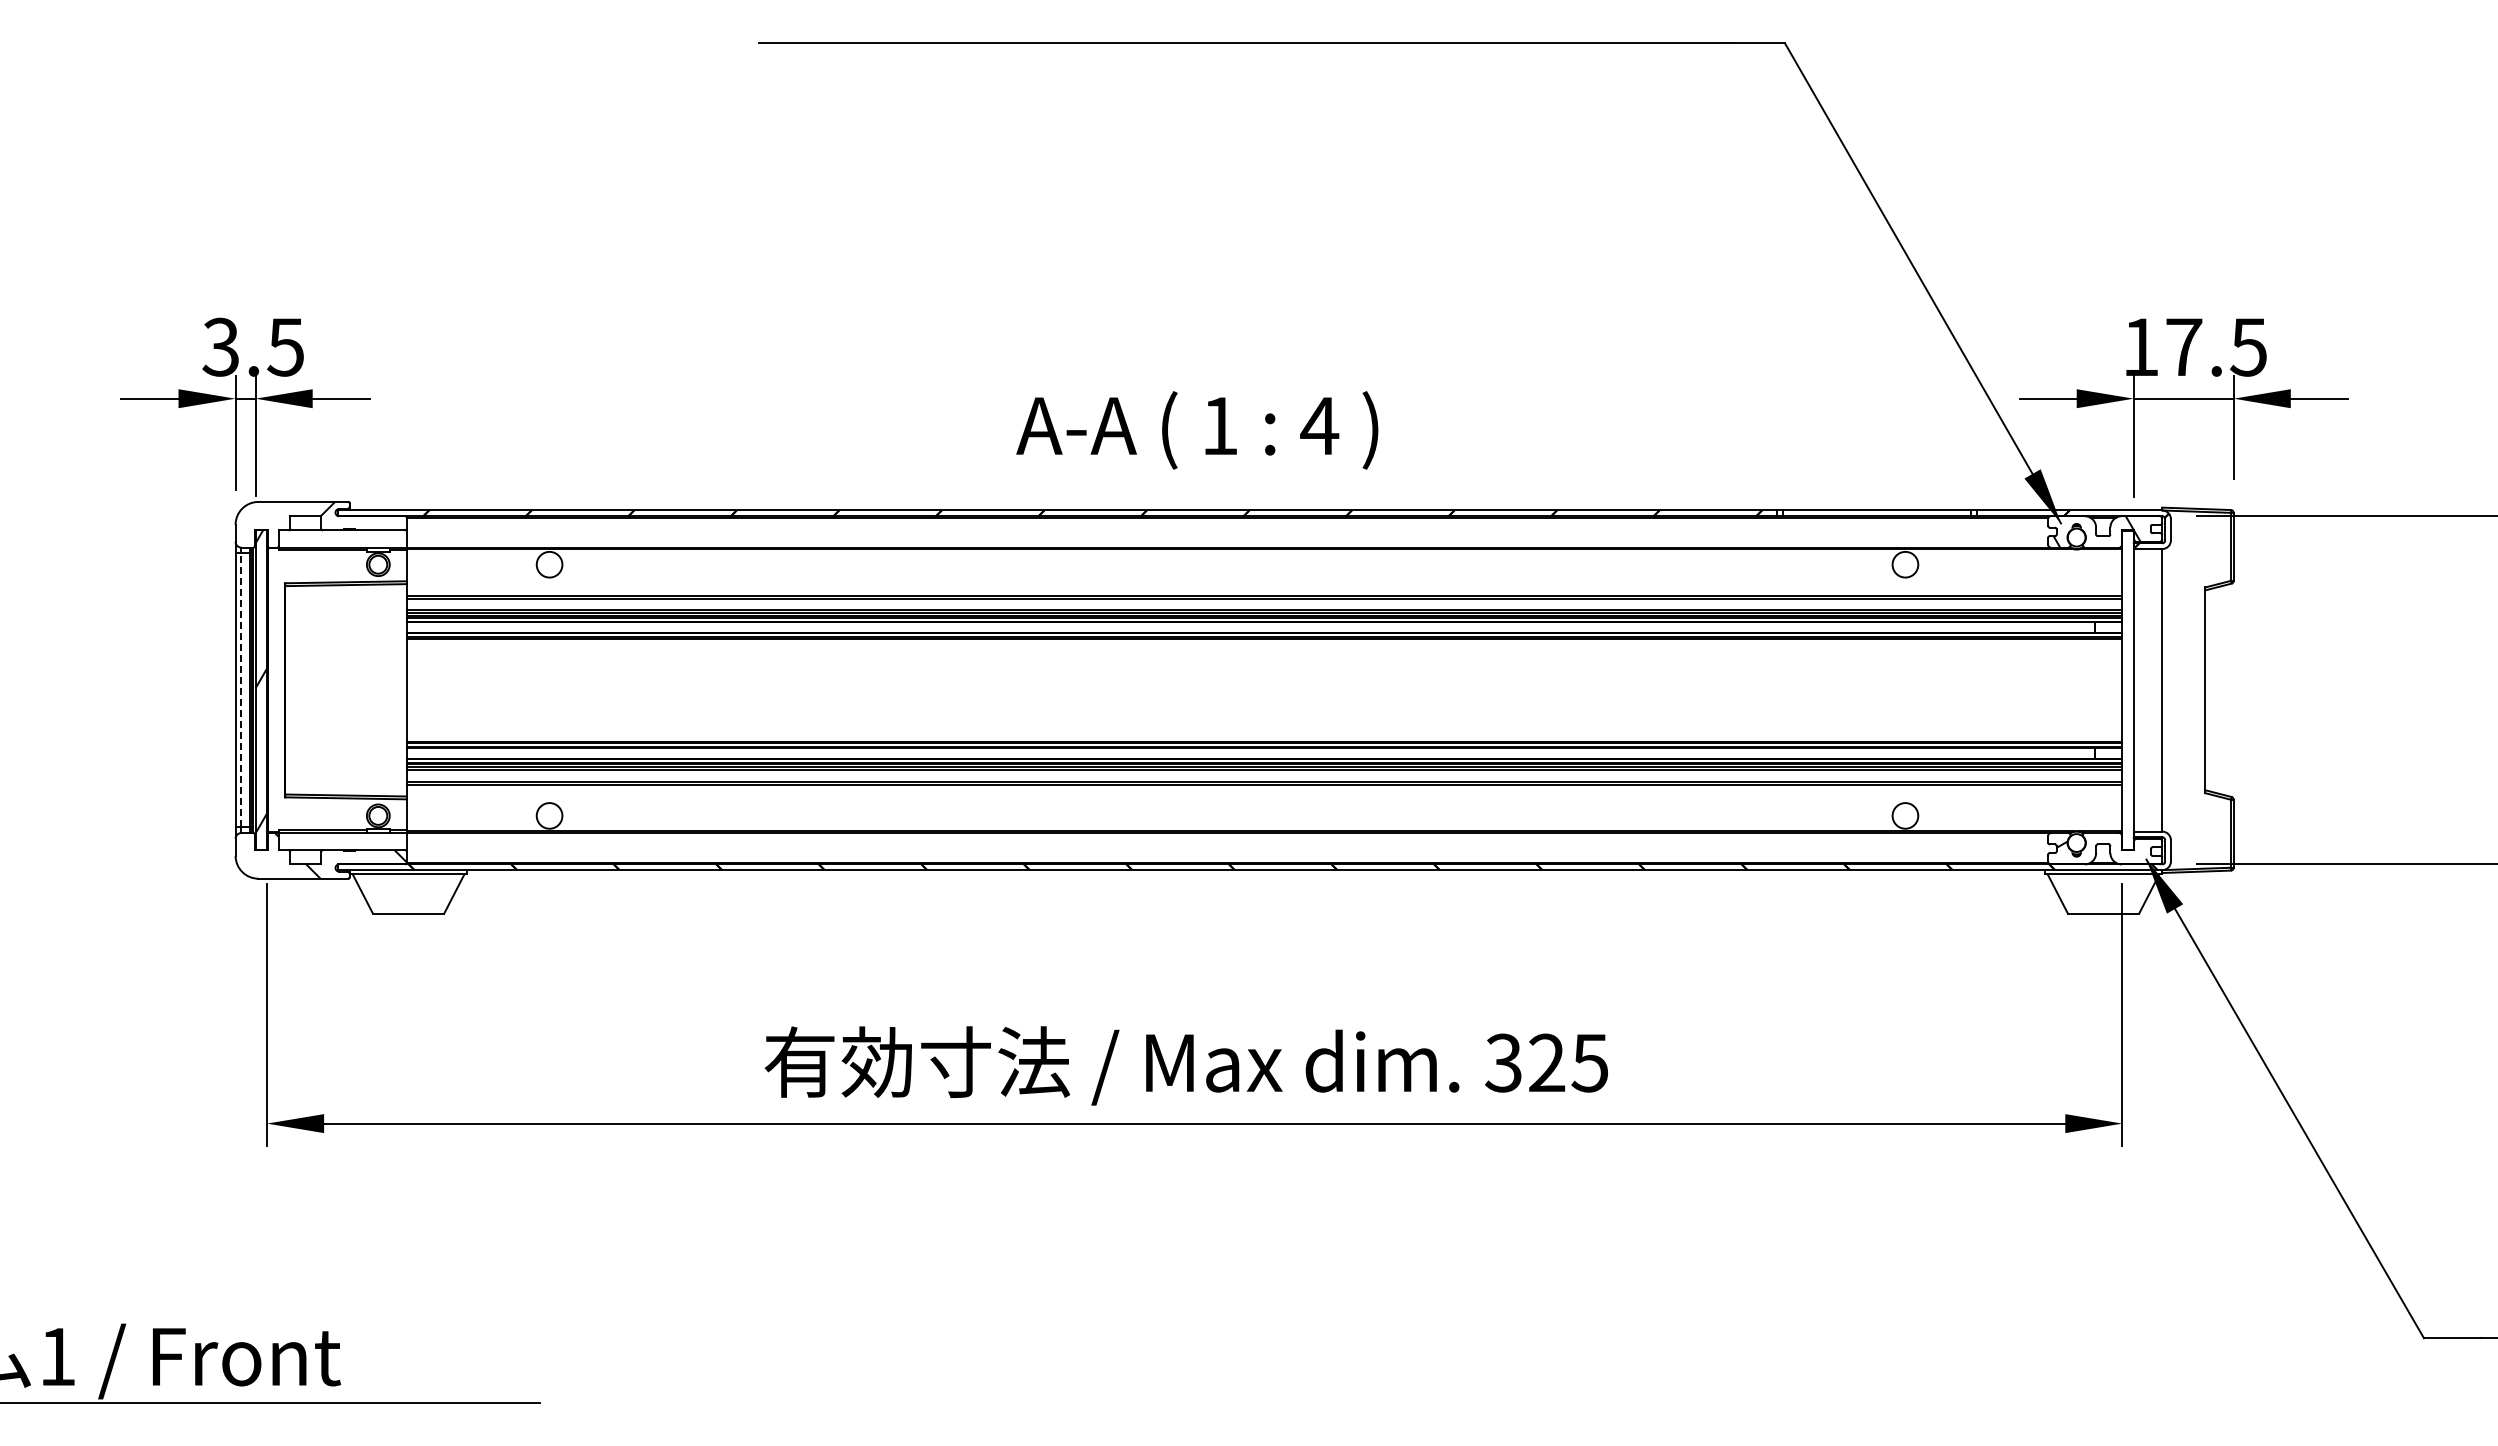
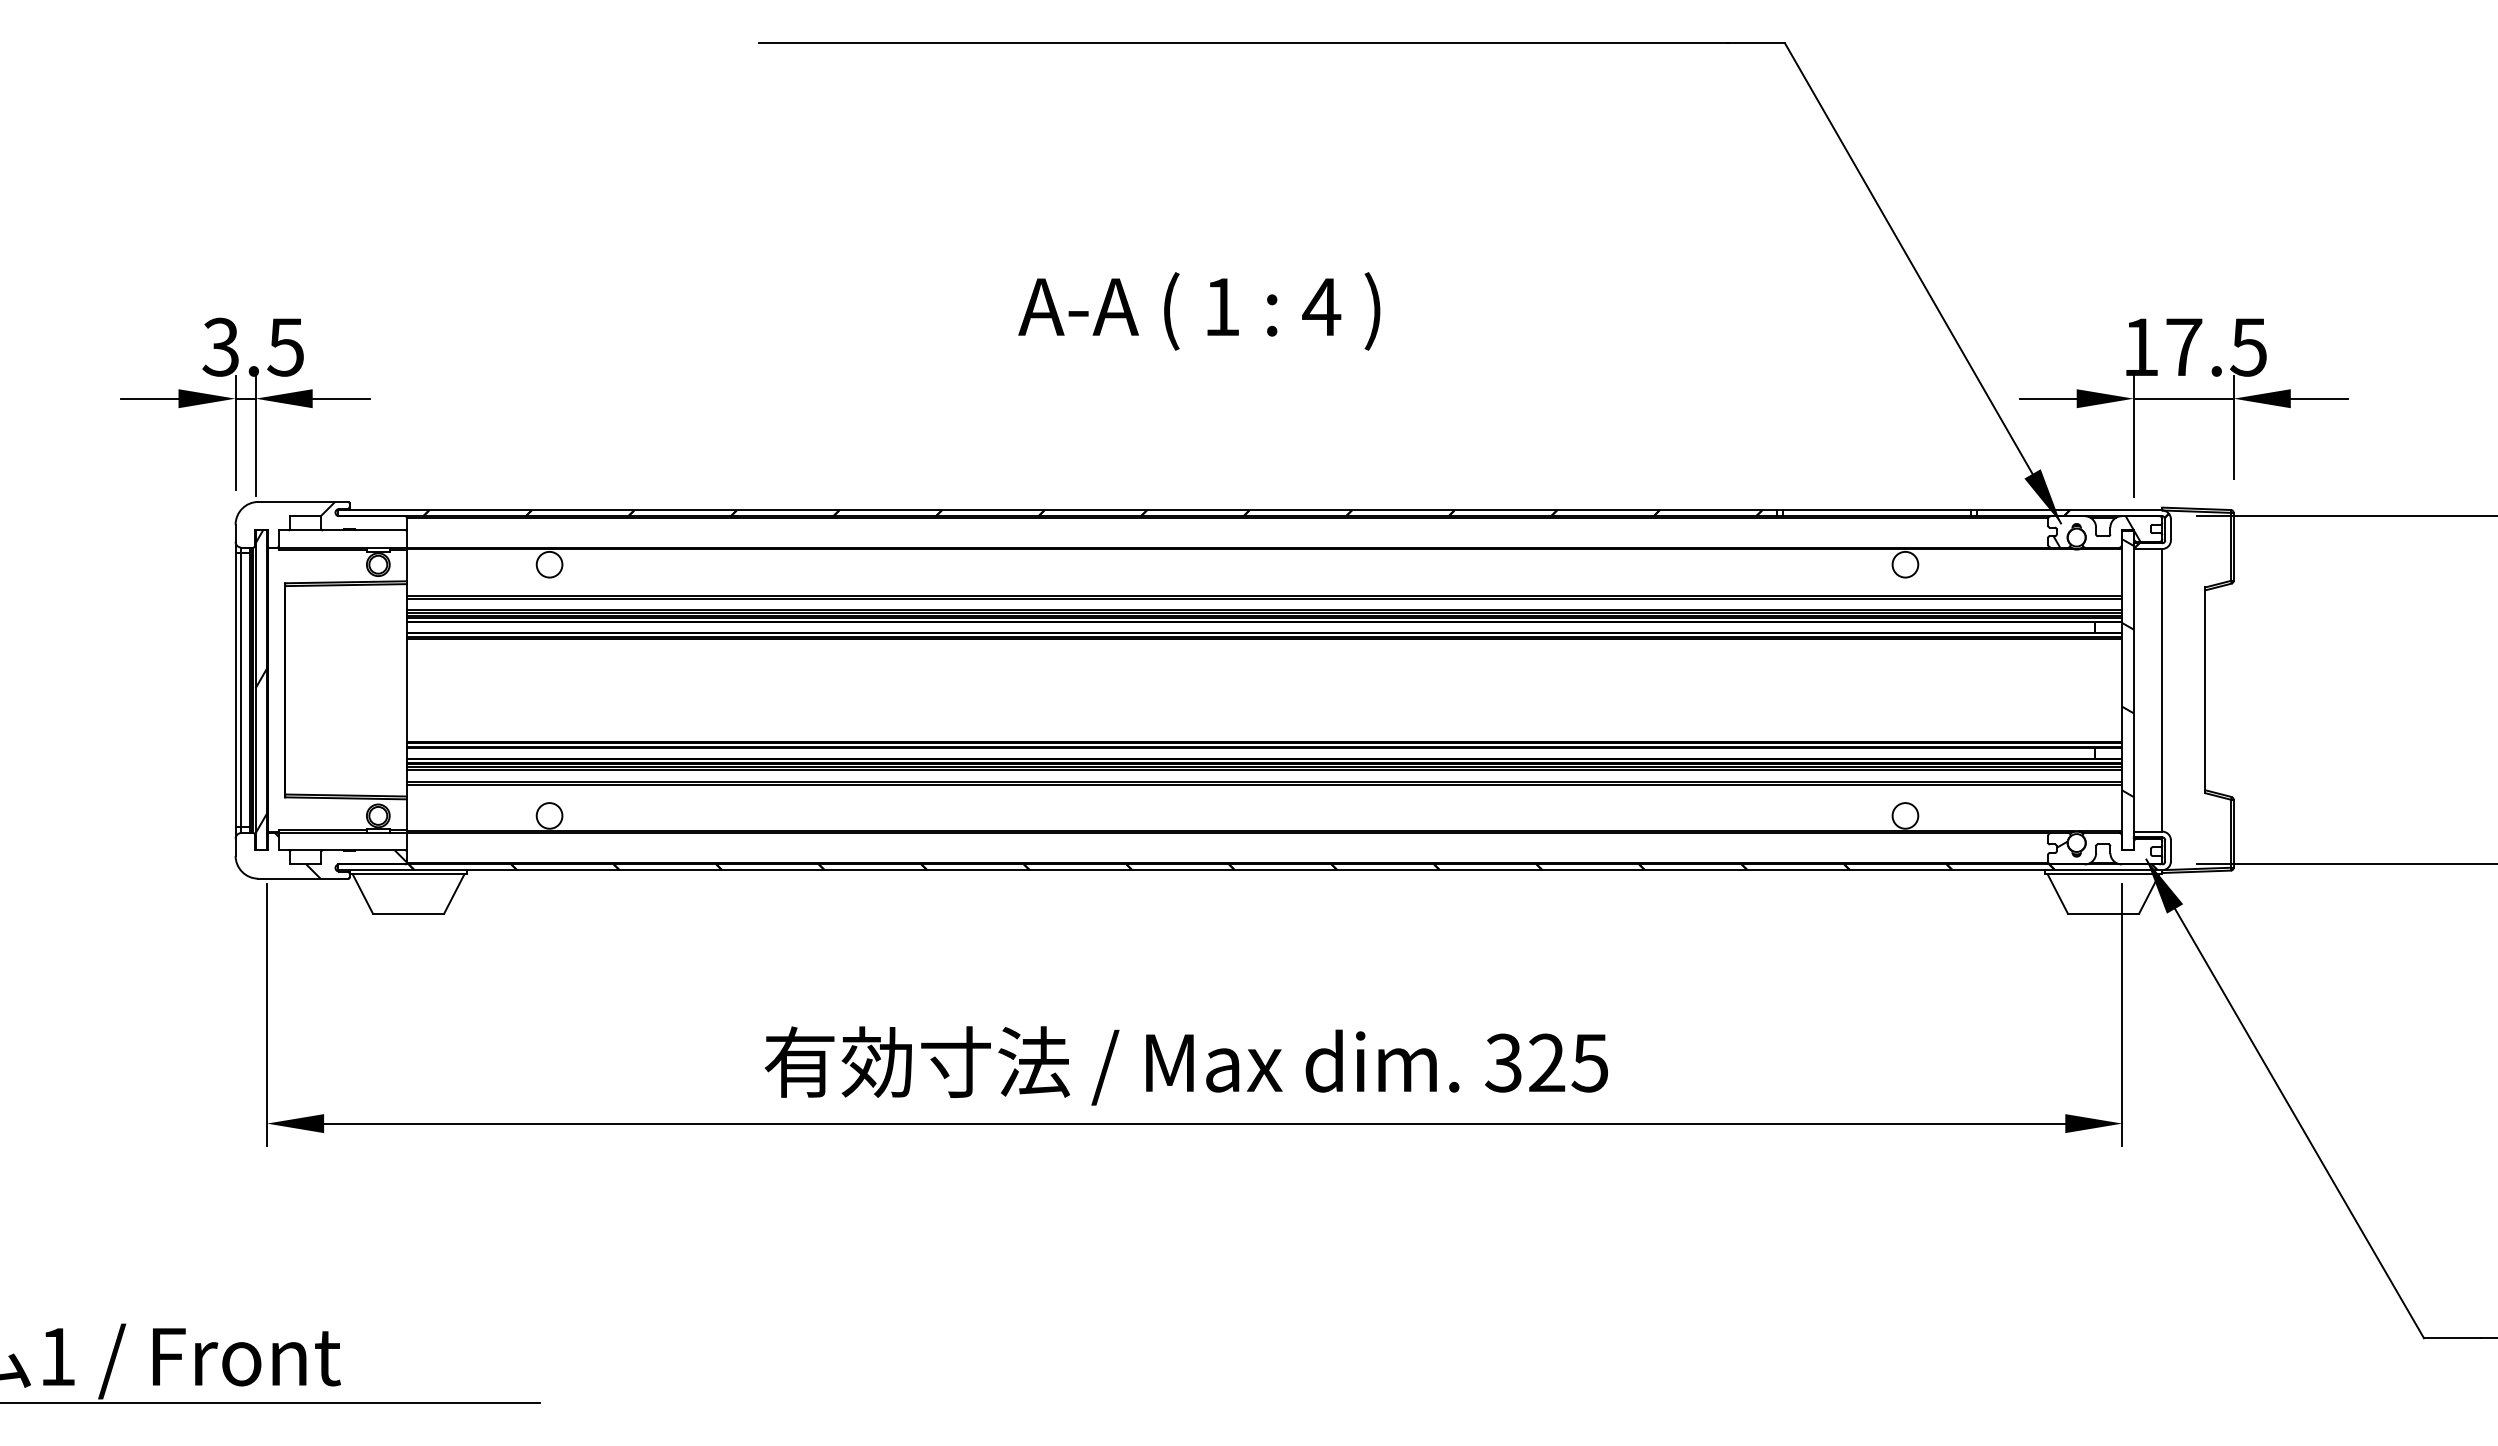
text at (1197, 430) position: (1197, 430) -> (1199, 311)
hatch at (2127, 668): none -> present
line at (241, 689): dashed -> solid
